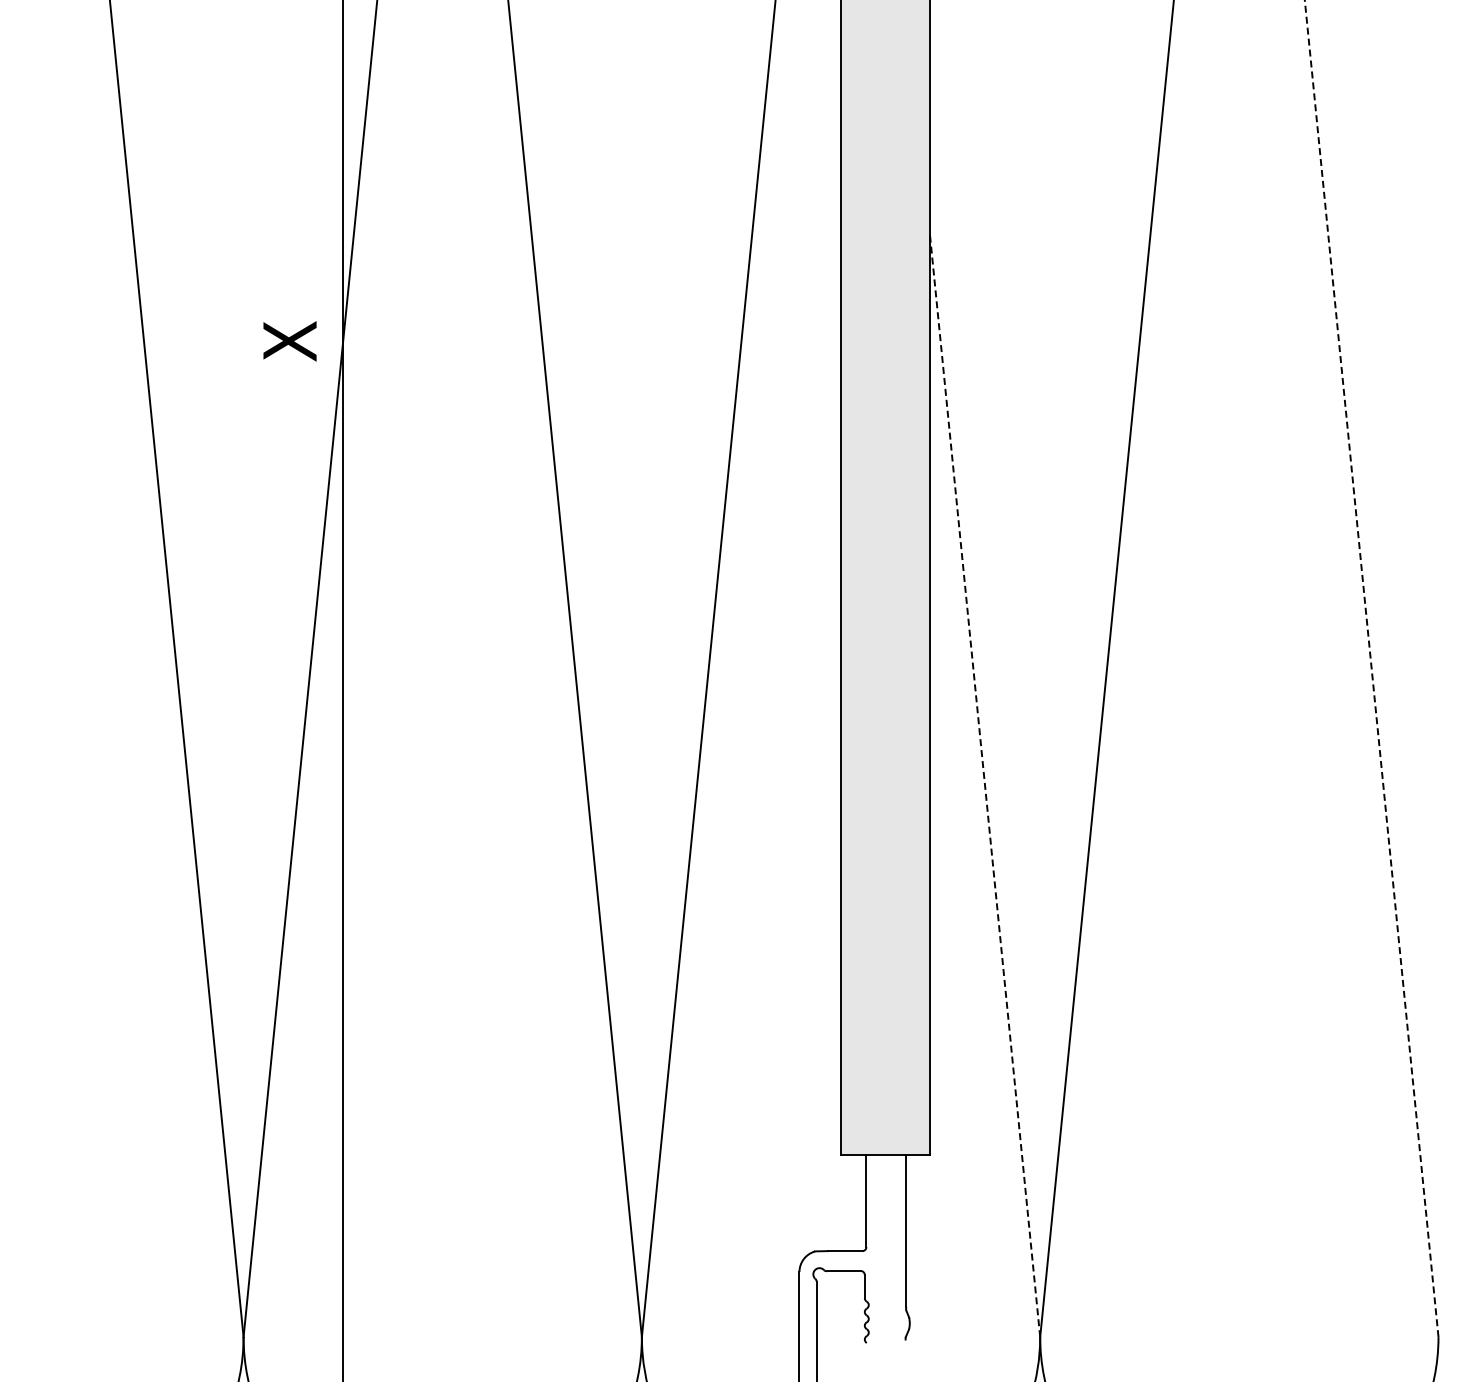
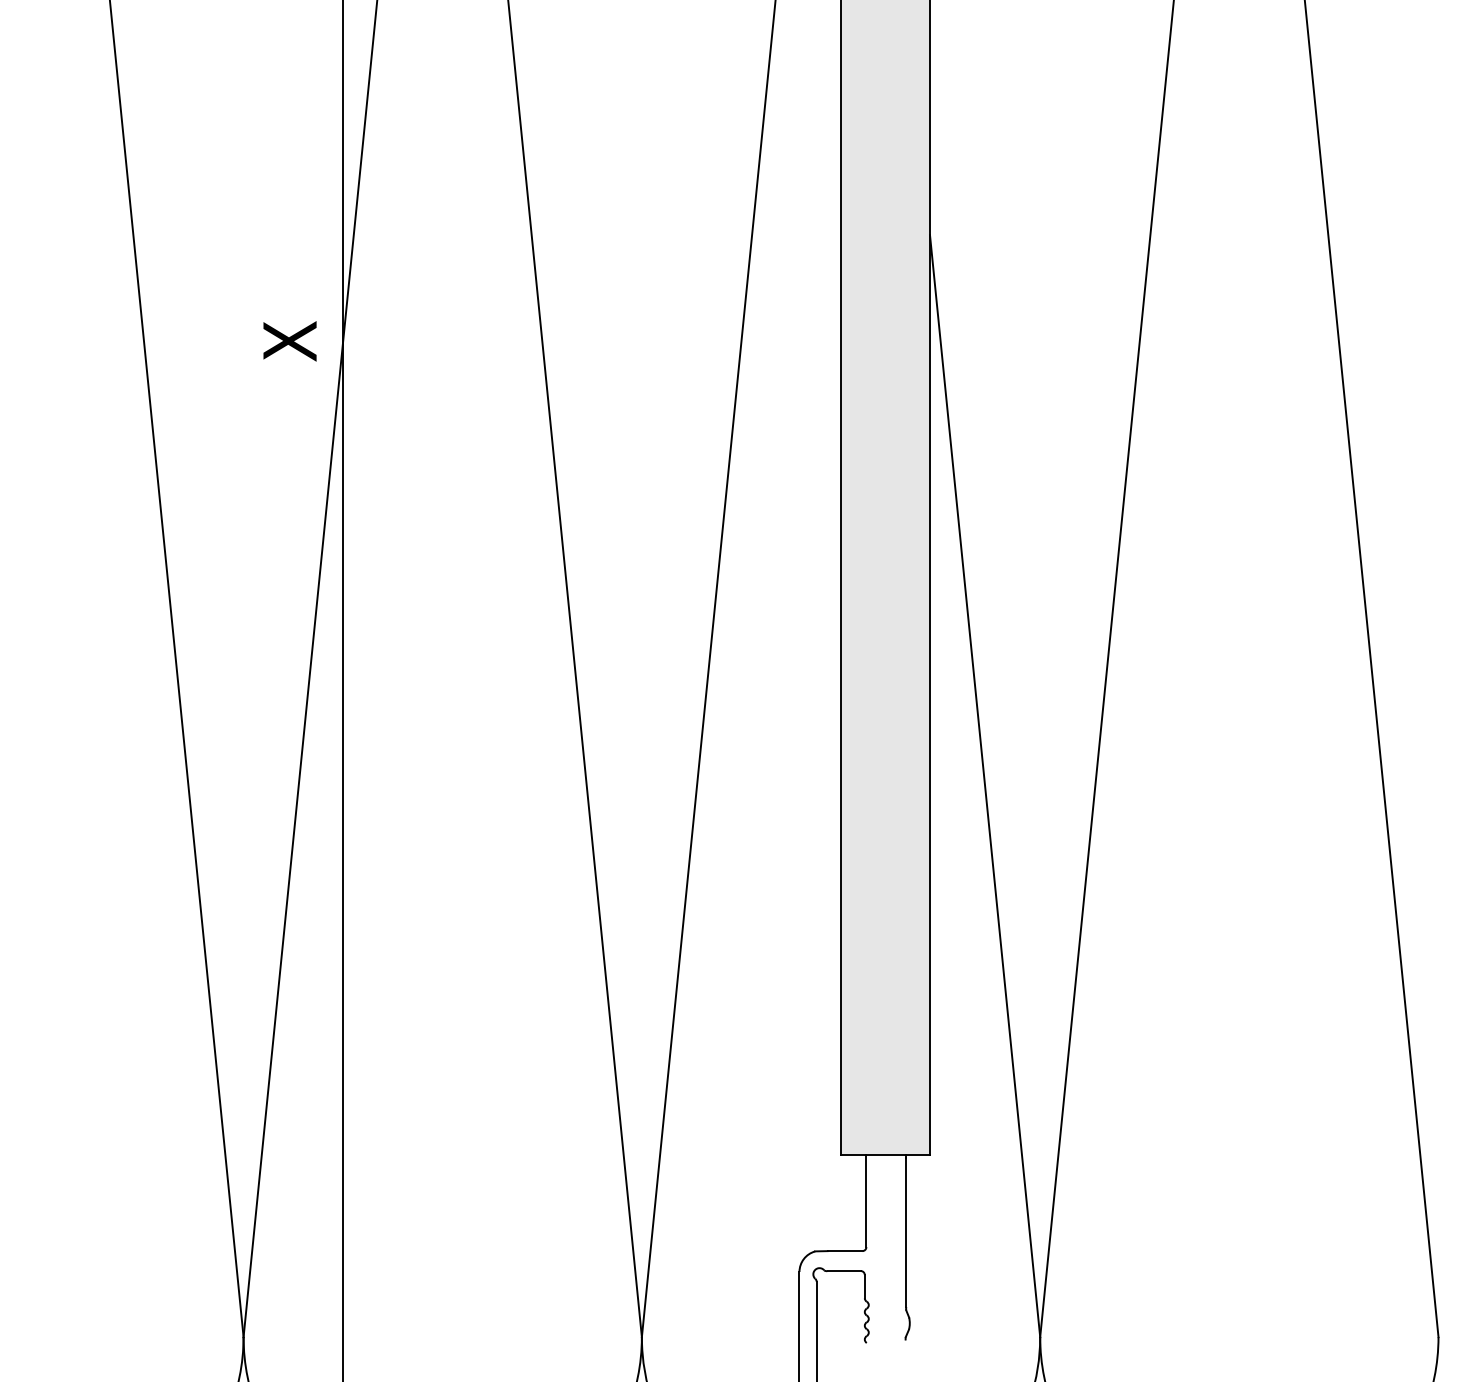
line at (1371, 668): dashed -> solid
line at (985, 786): dashed -> solid
